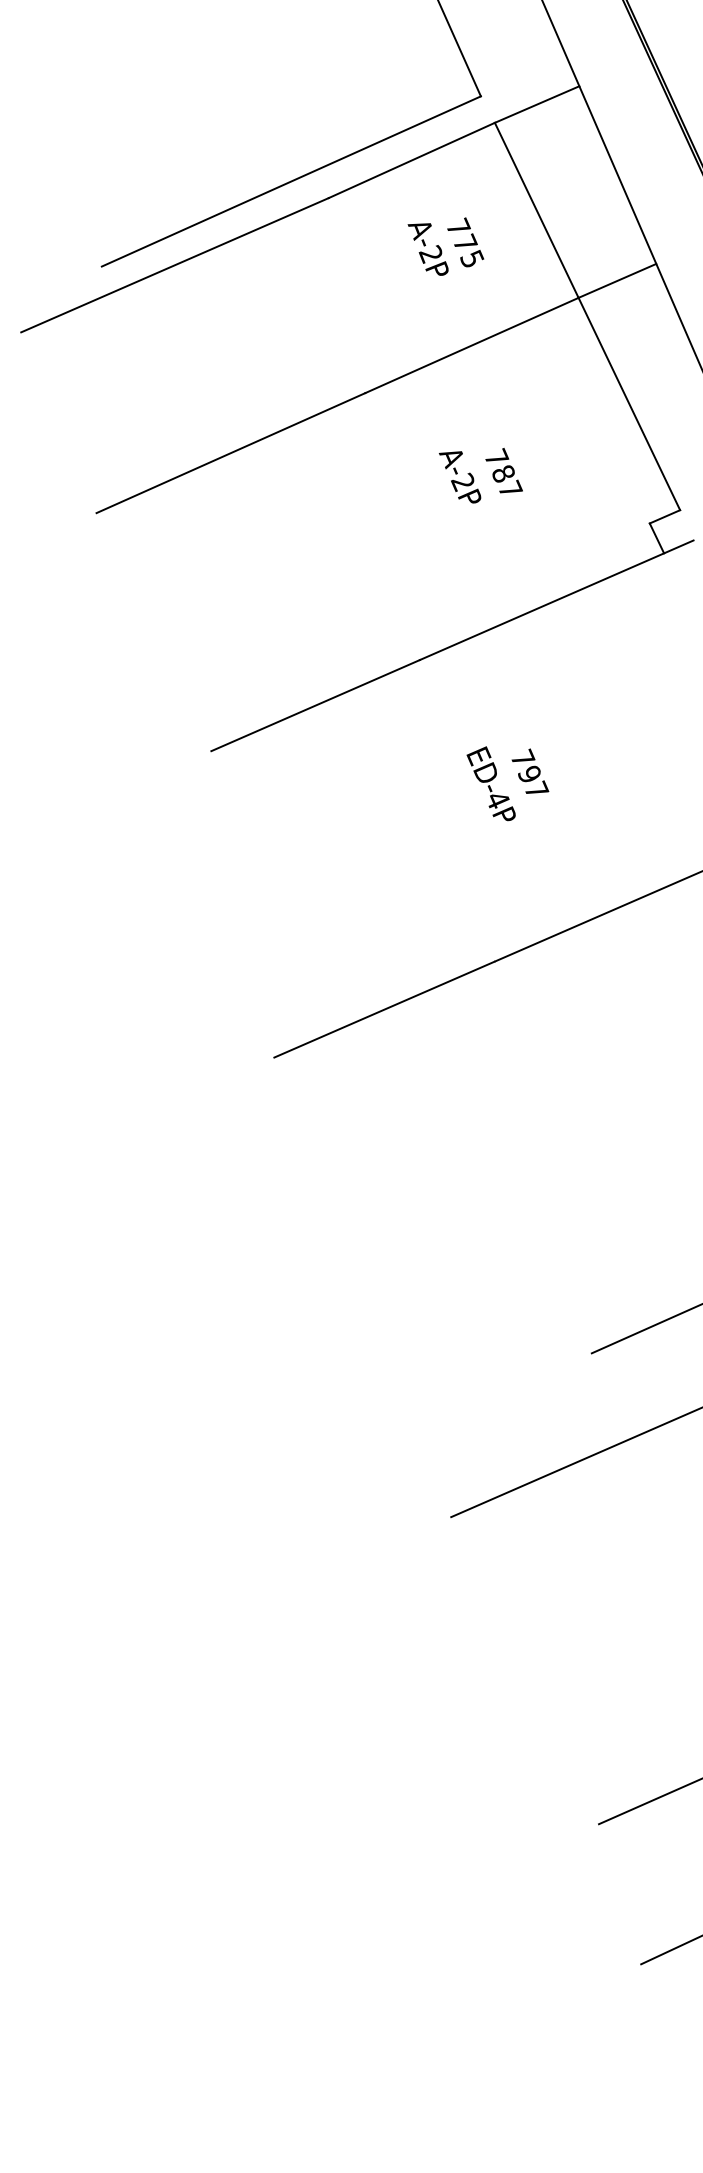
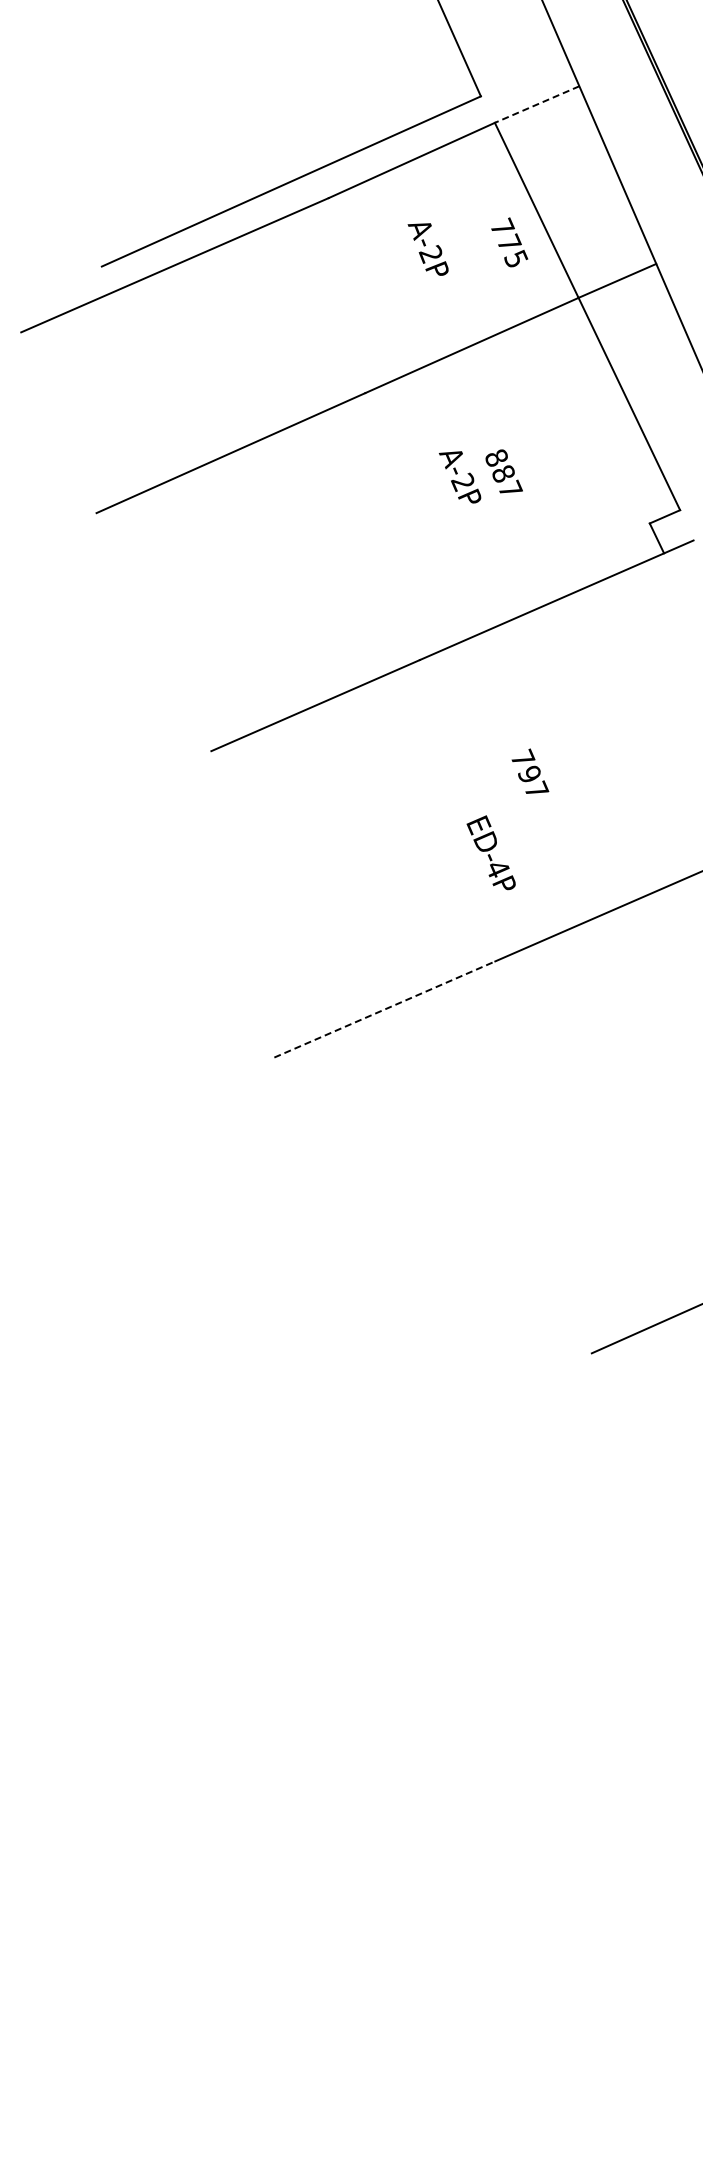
line at (536, 104): solid -> dashed
text at (465, 242) position: (465, 242) -> (509, 242)
text at (497, 456): 787 -> 887
text at (490, 783) position: (490, 783) -> (490, 852)
line at (384, 1009): solid -> dashed
line at (575, 1462): present -> none
line at (648, 1801): present -> none
line at (670, 1950): present -> none
